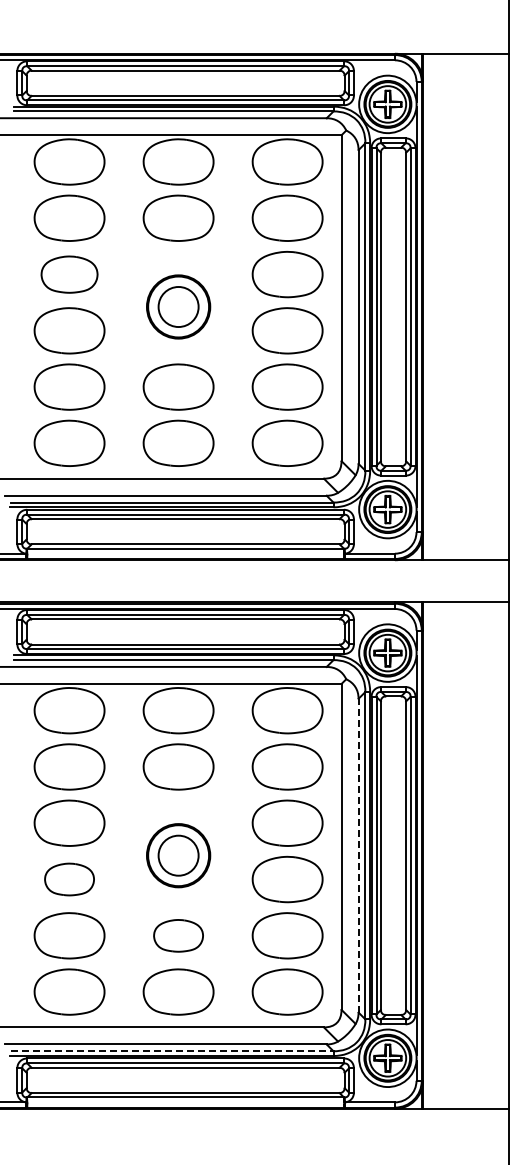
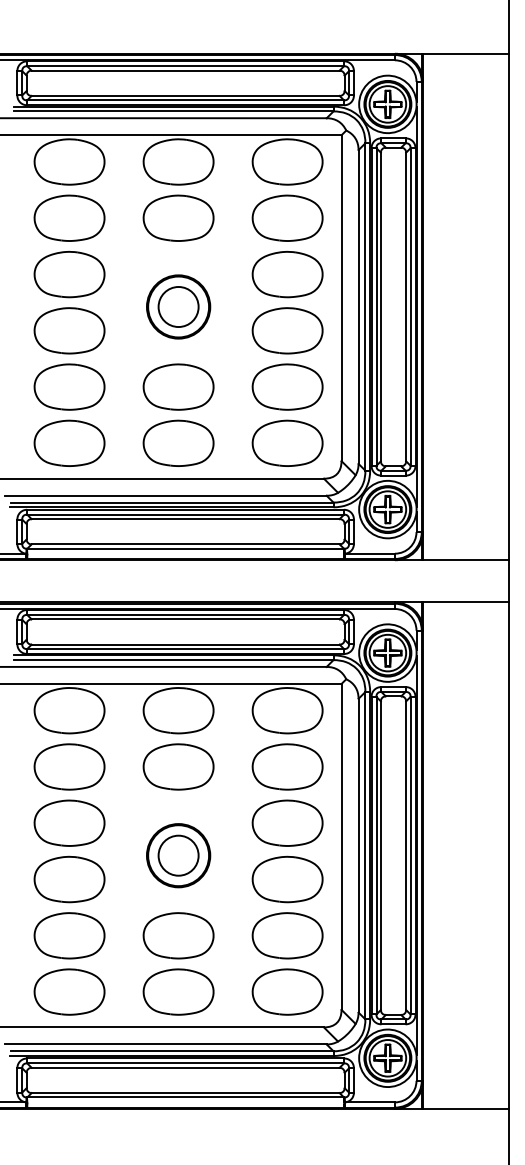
part at (69, 274) size: 59x39 px -> 73x48 px
line at (358, 855): dashed -> solid
part at (69, 879) size: 51x35 px -> 73x49 px
part at (178, 935) size: 51x34 px -> 73x48 px
line at (172, 1051): dashed -> solid
